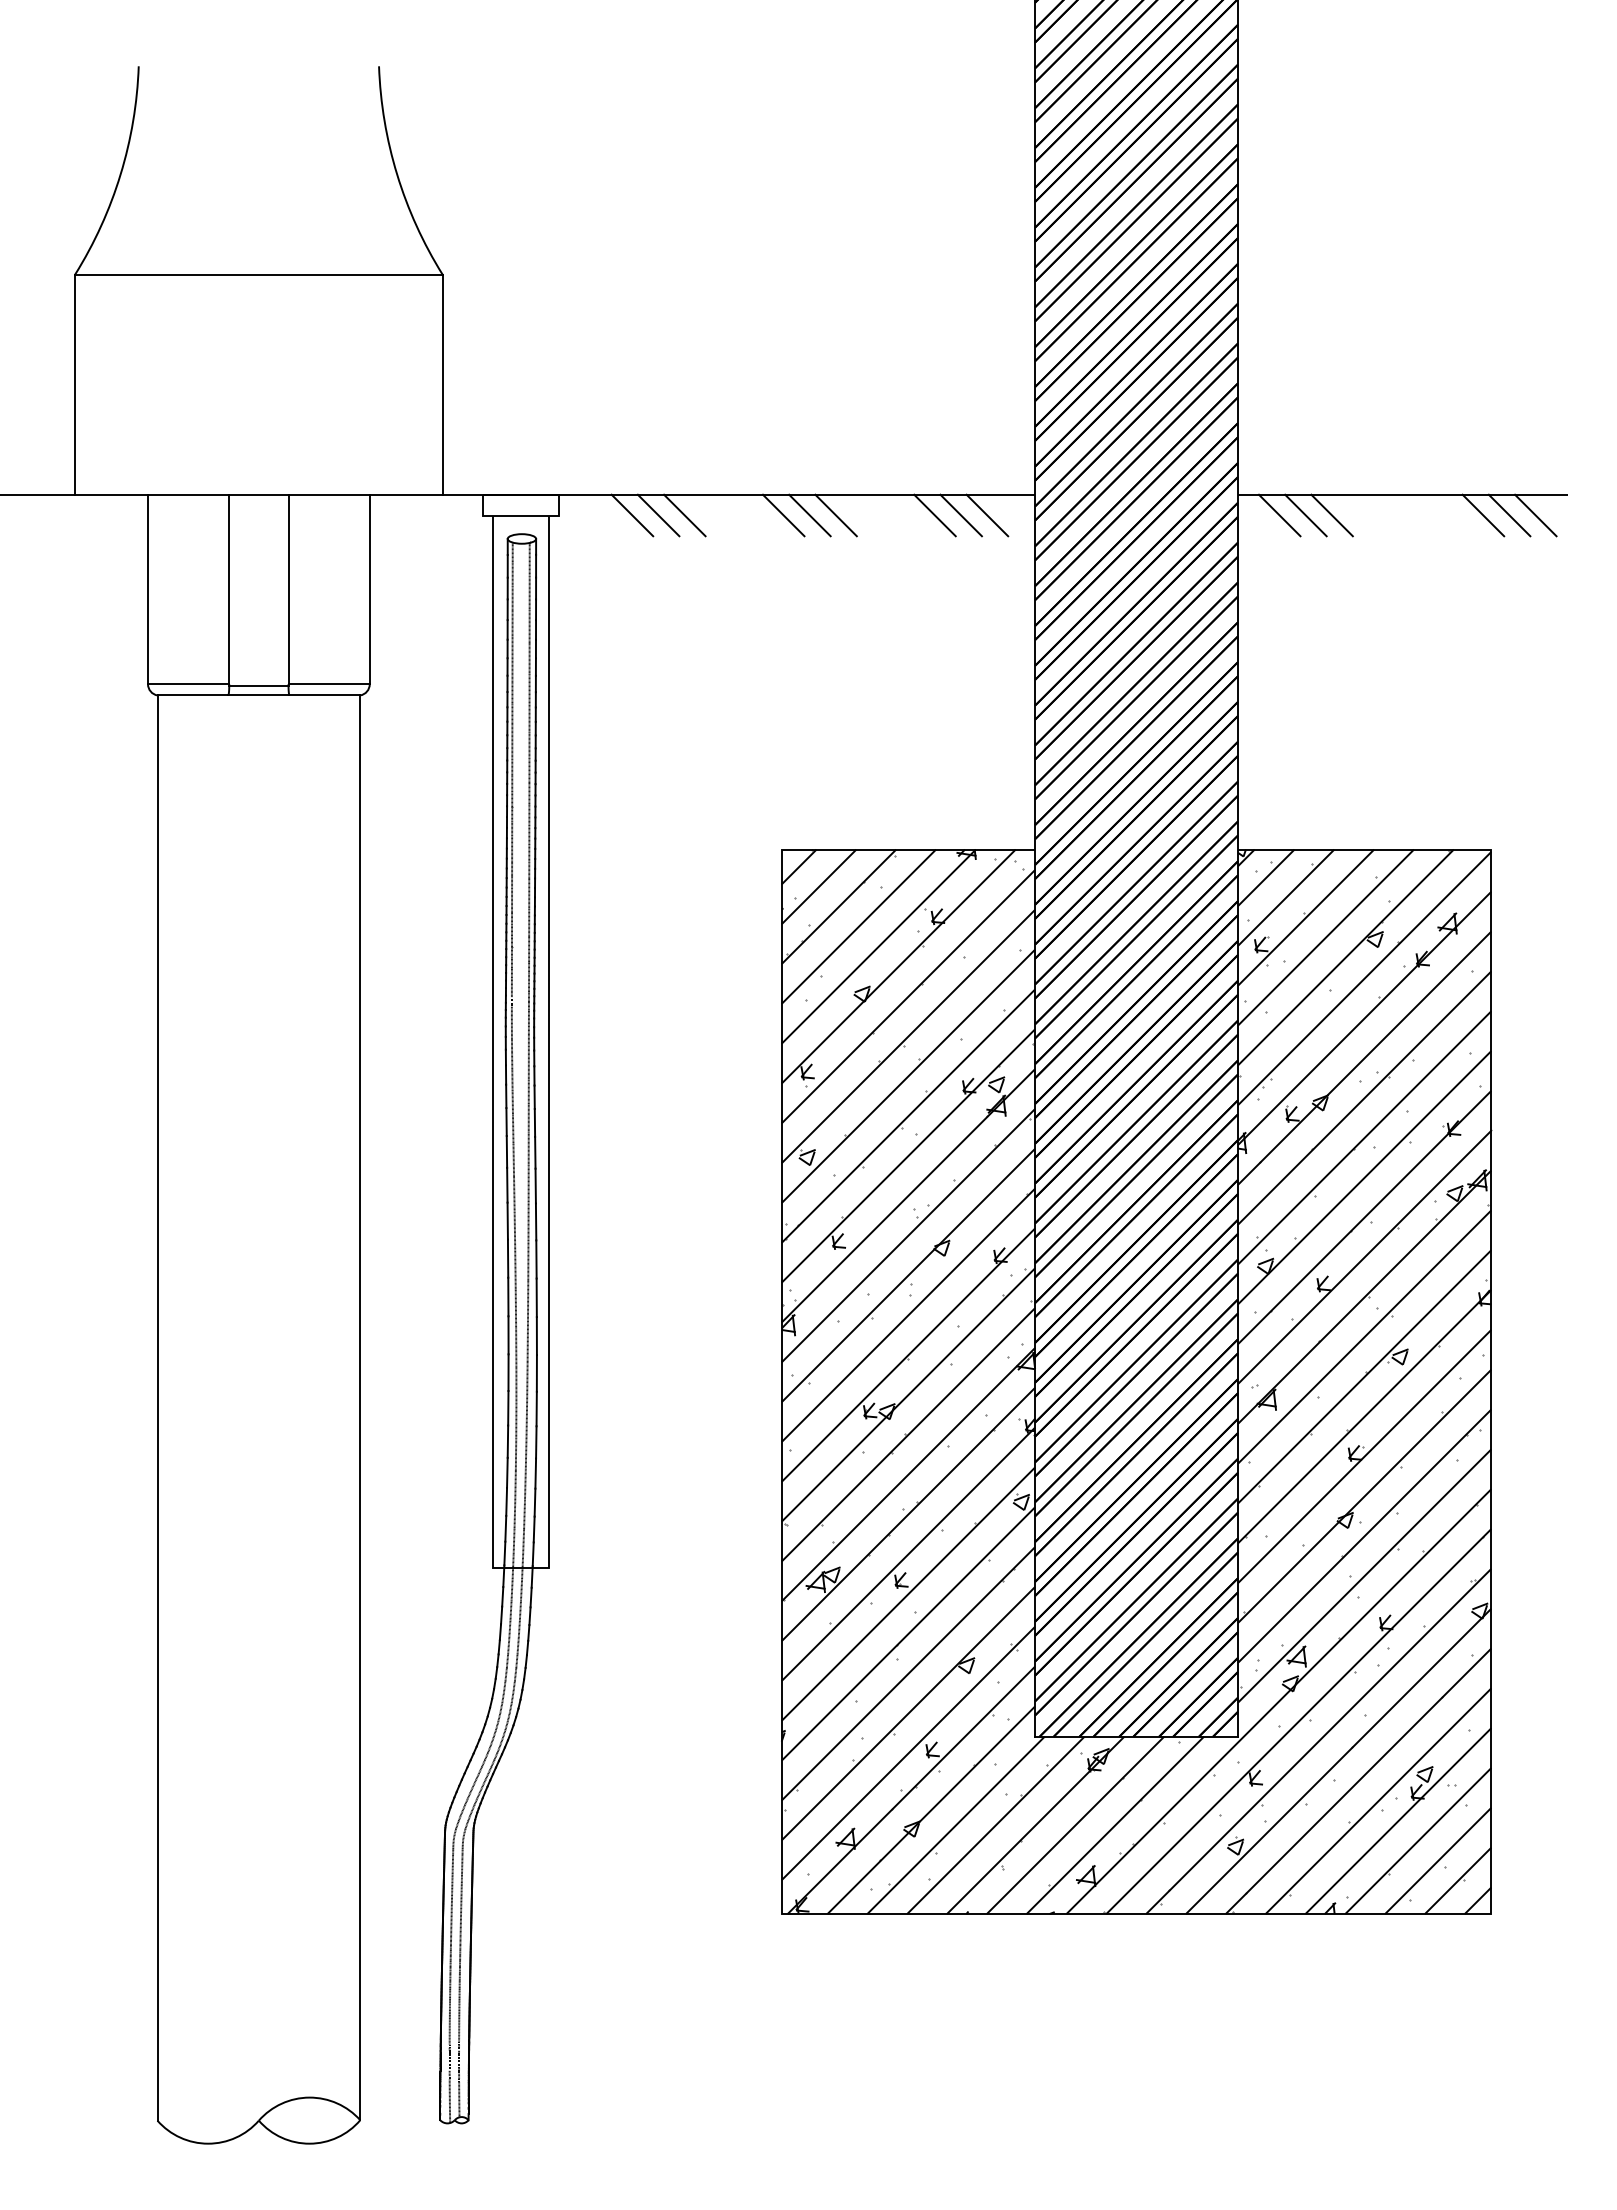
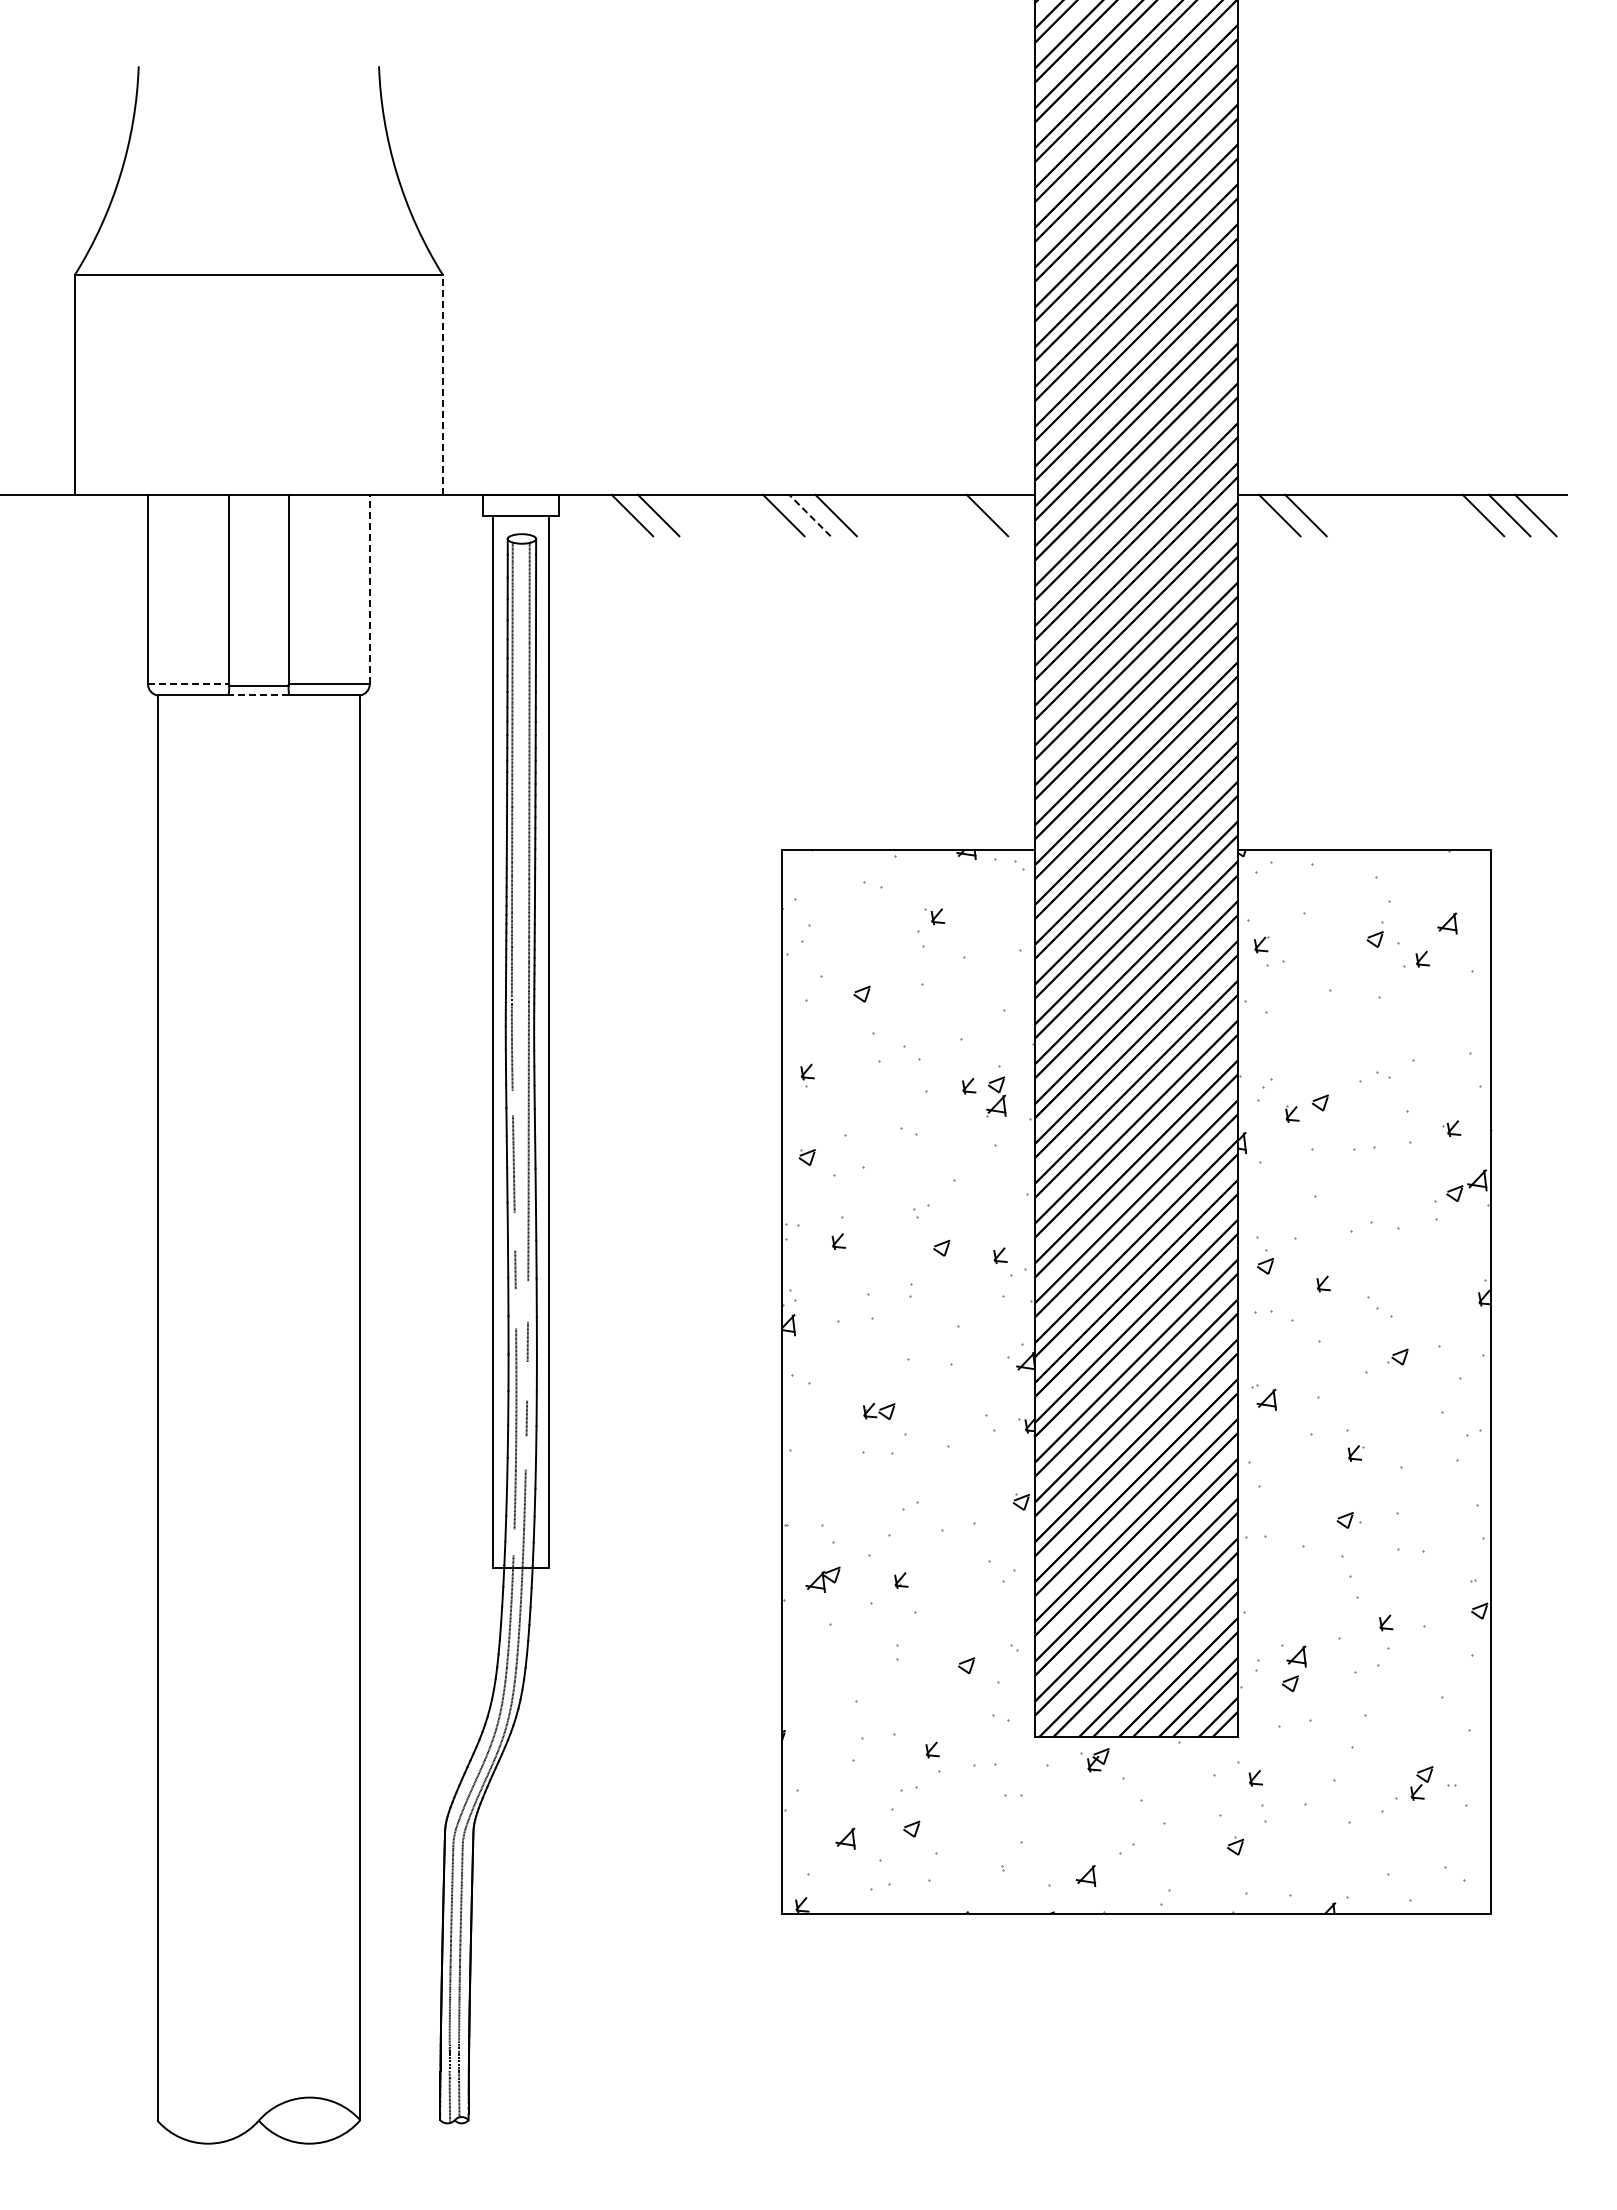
line at (442, 384): solid -> dashed
line at (684, 515): present -> none
line at (809, 515): solid -> dashed
line at (934, 515): present -> none
line at (960, 515): present -> none
line at (1331, 515): present -> none
line at (369, 589): solid -> dashed
line at (188, 684): solid -> dashed
line at (258, 695): solid -> dashed
line at (512, 1102): present -> none
line at (514, 1231): present -> none
line at (528, 1301): present -> none
line at (515, 1308): present -> none
line at (527, 1380): present -> none
hatch at (1136, 1381): present -> none
line at (525, 1452): present -> none
line at (513, 1542): present -> none
